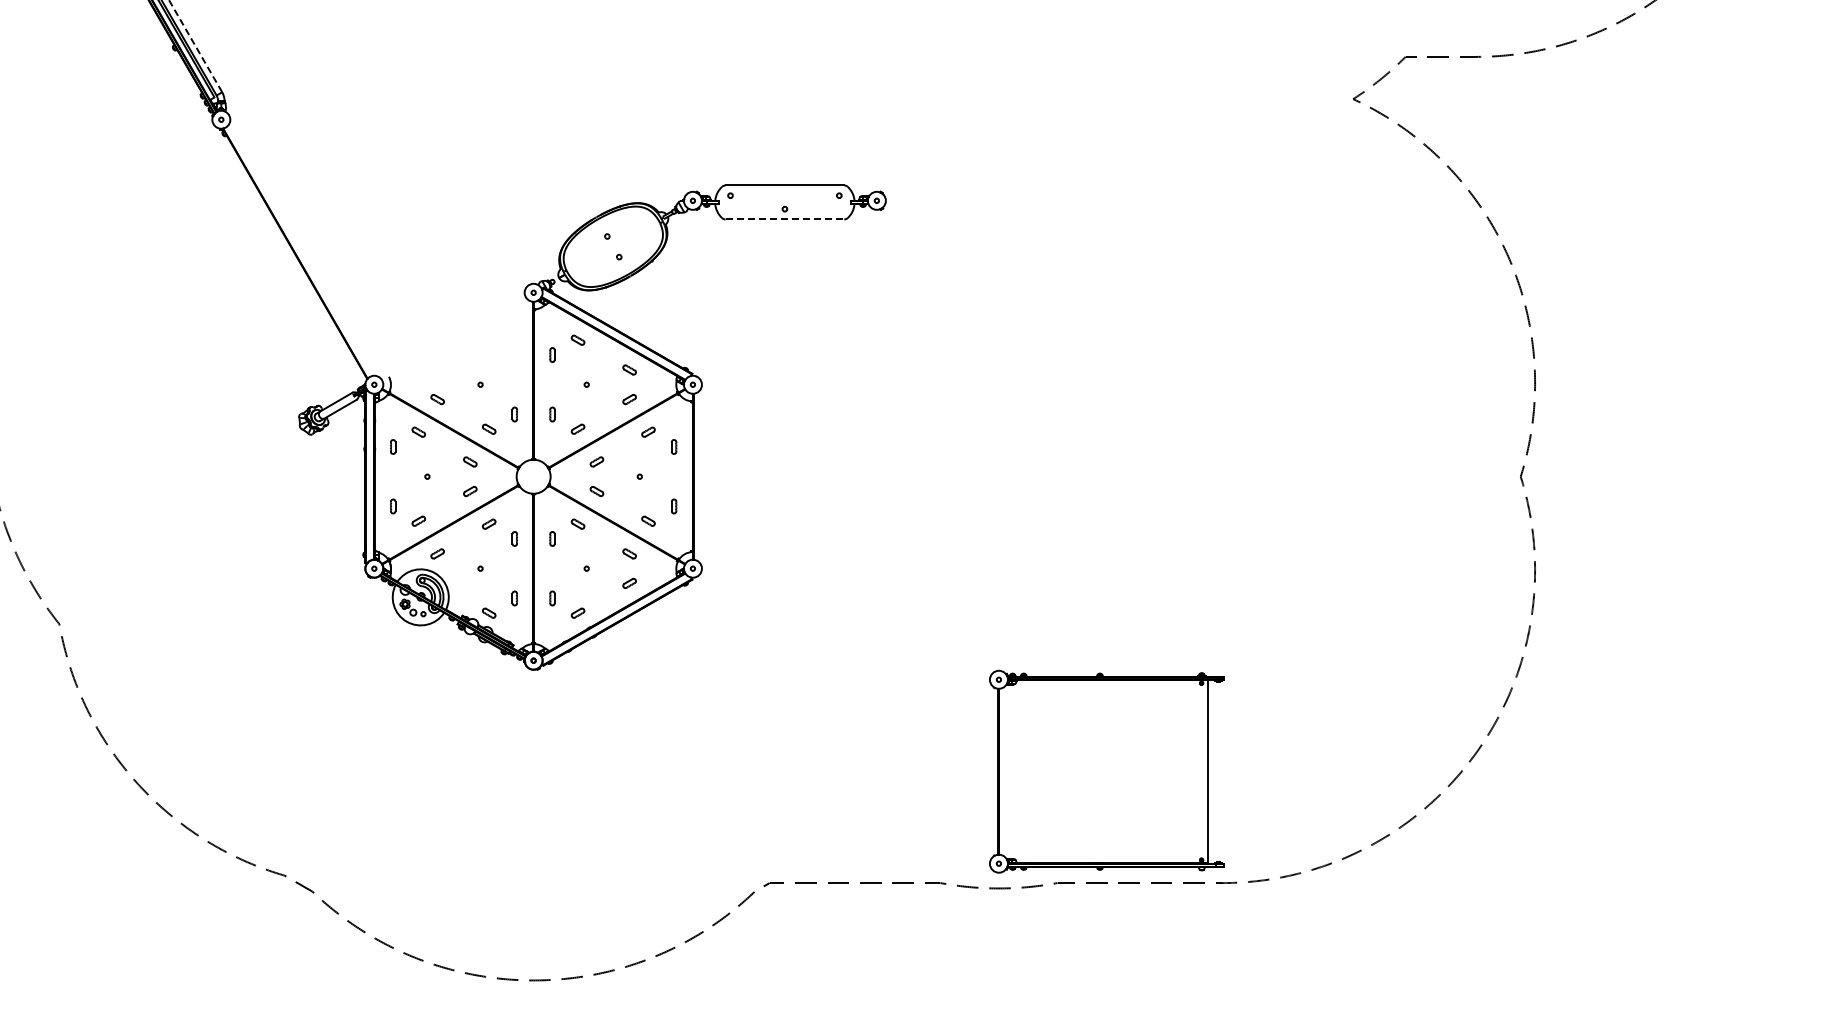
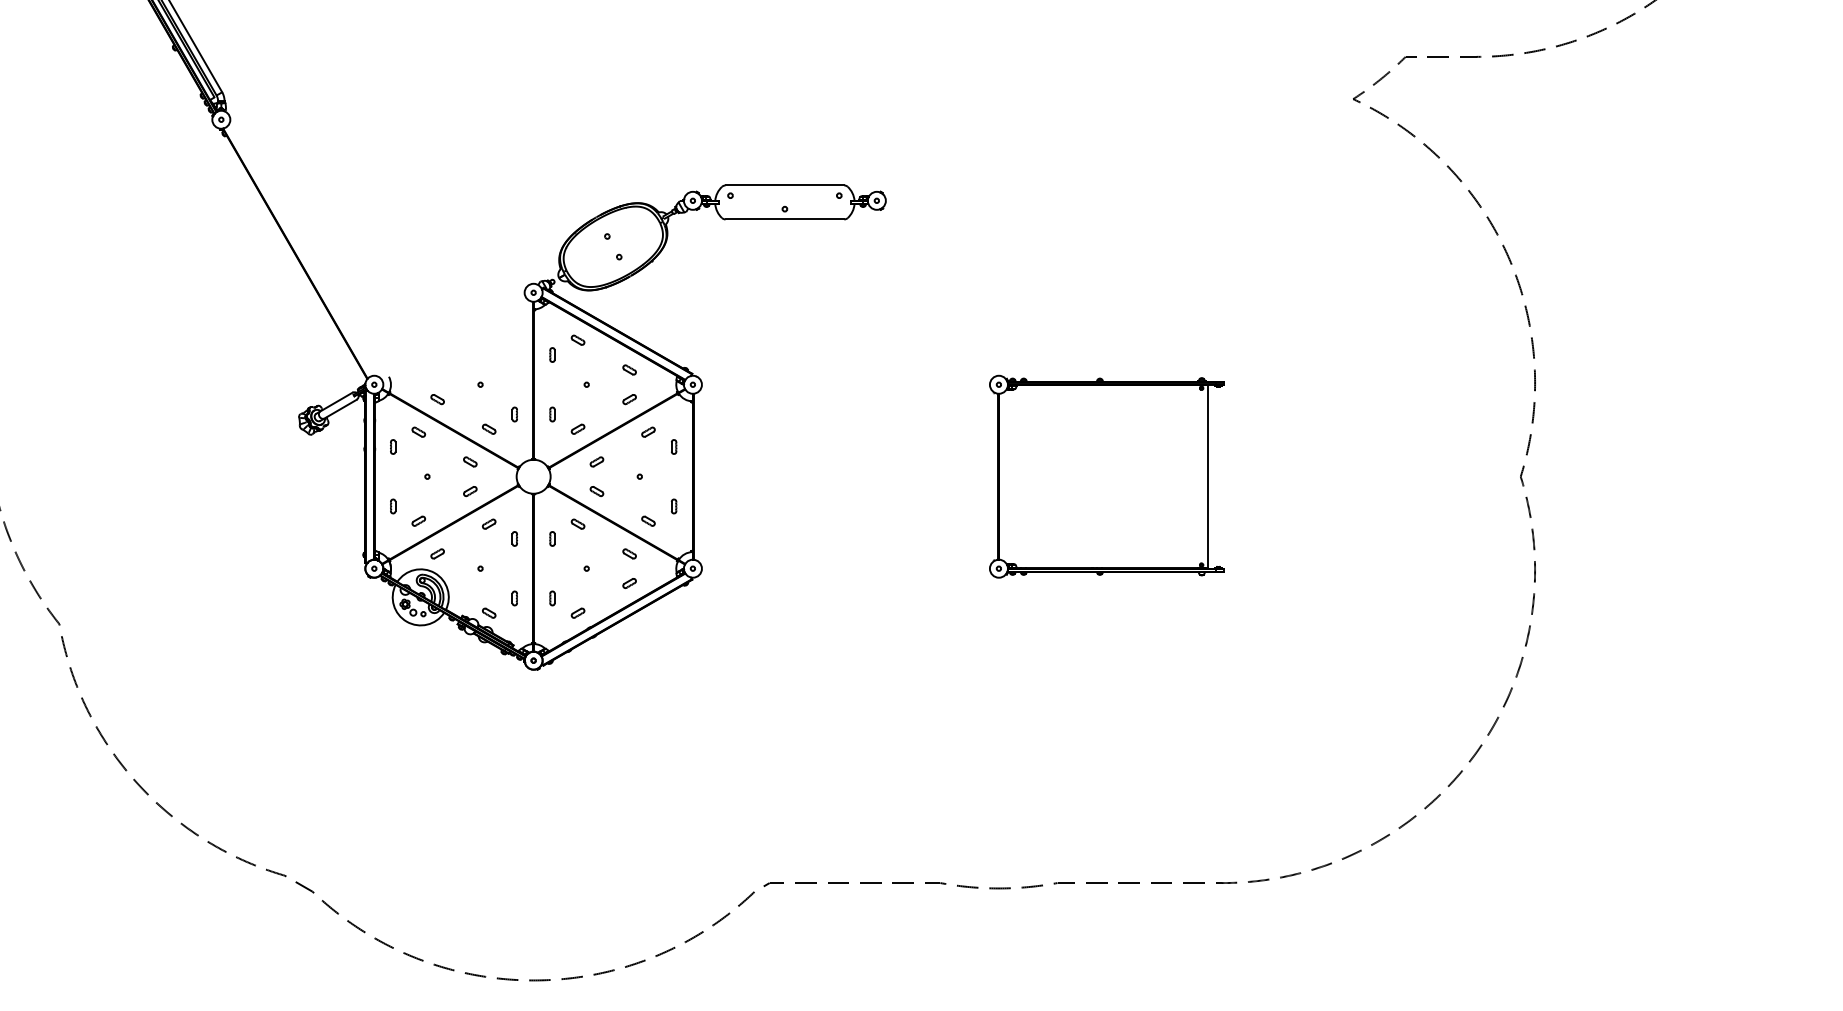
line at (195, 46): dashed -> solid
line at (785, 219): dashed -> solid
part at (1106, 771) position: (1106, 771) -> (1106, 476)
